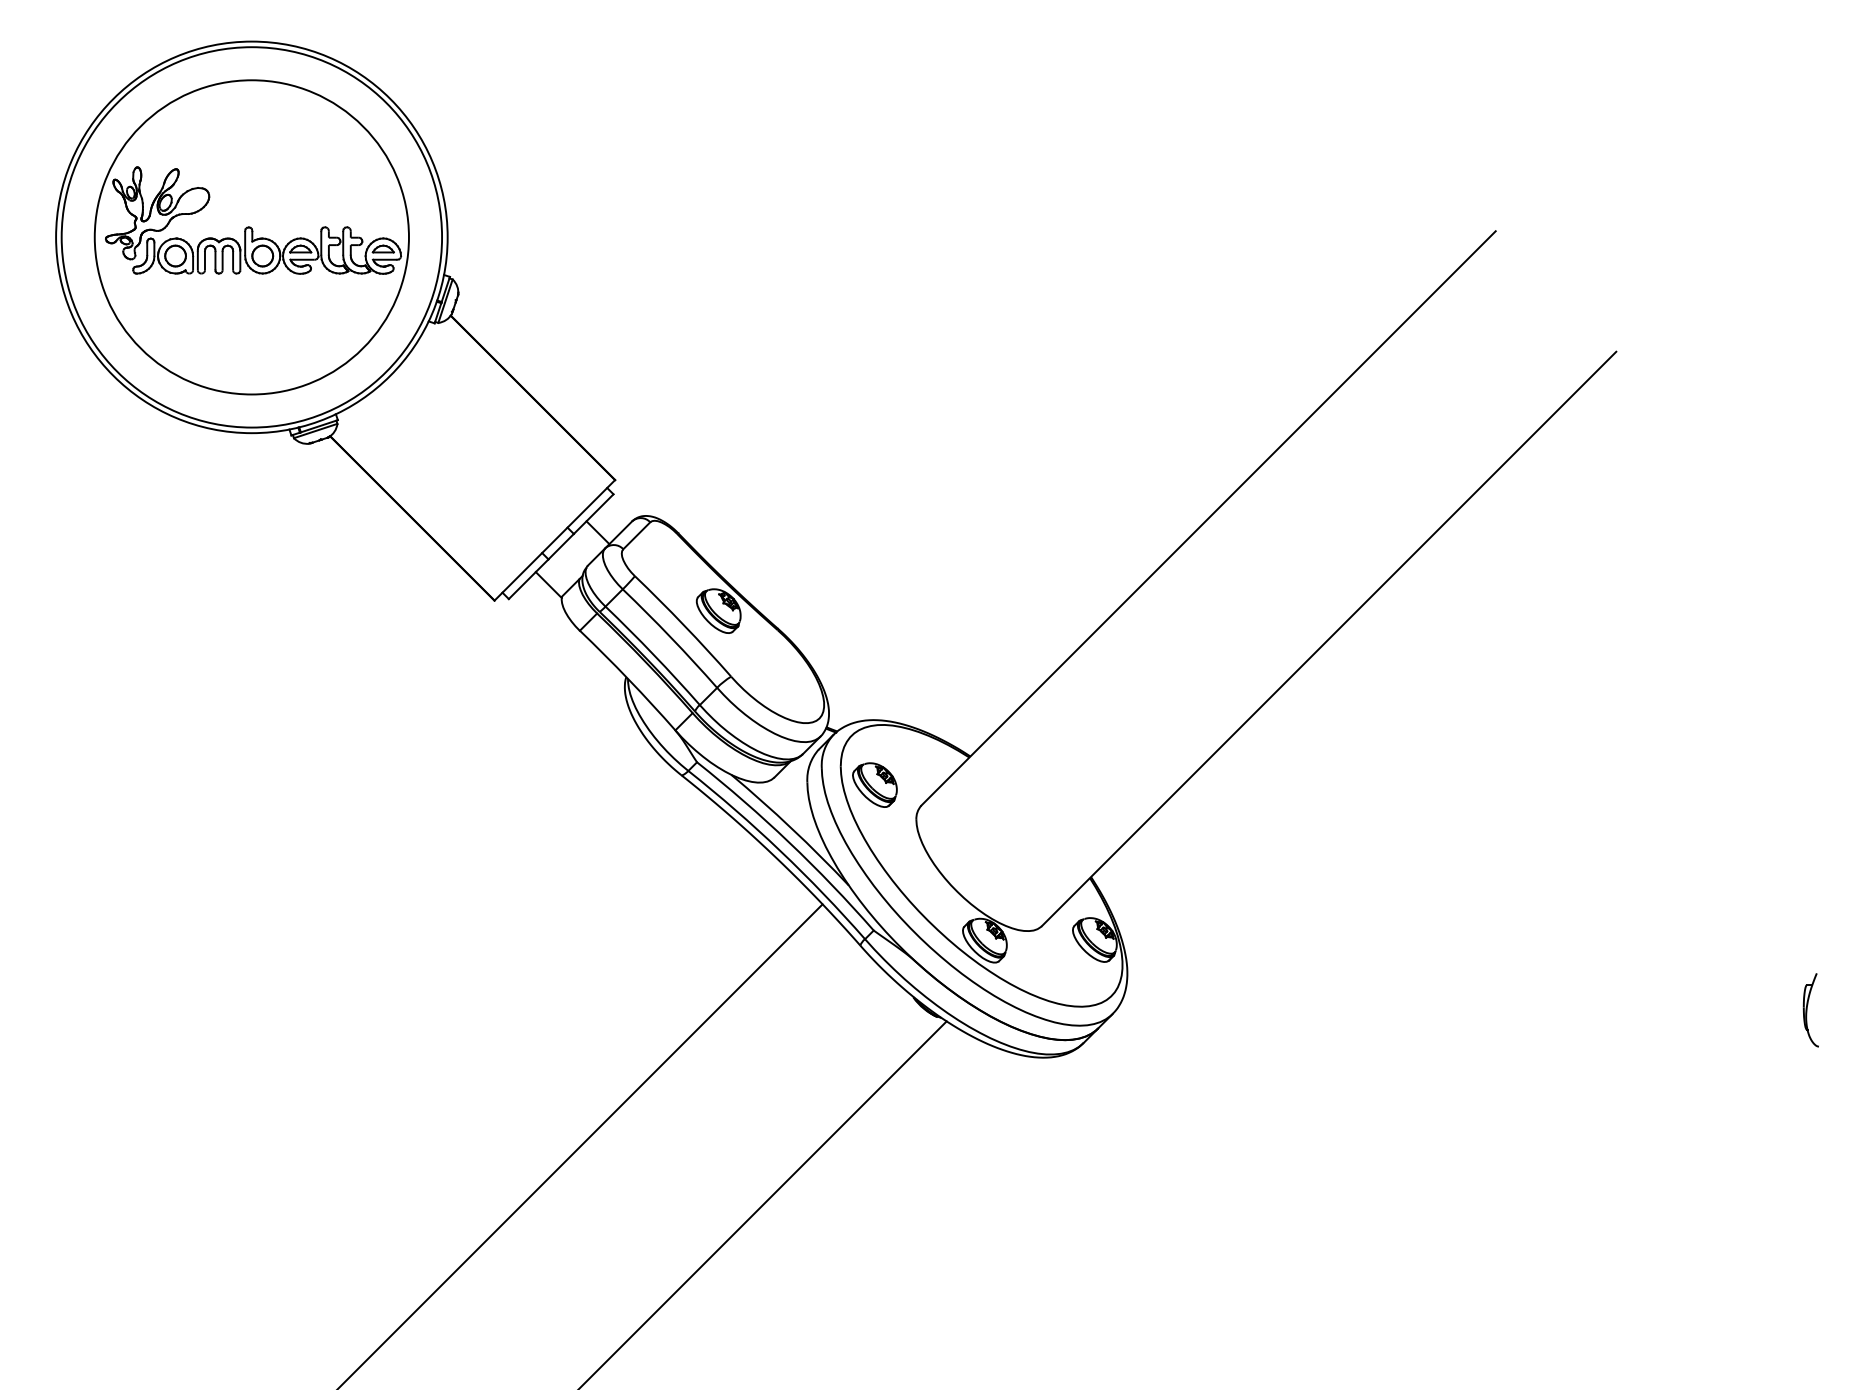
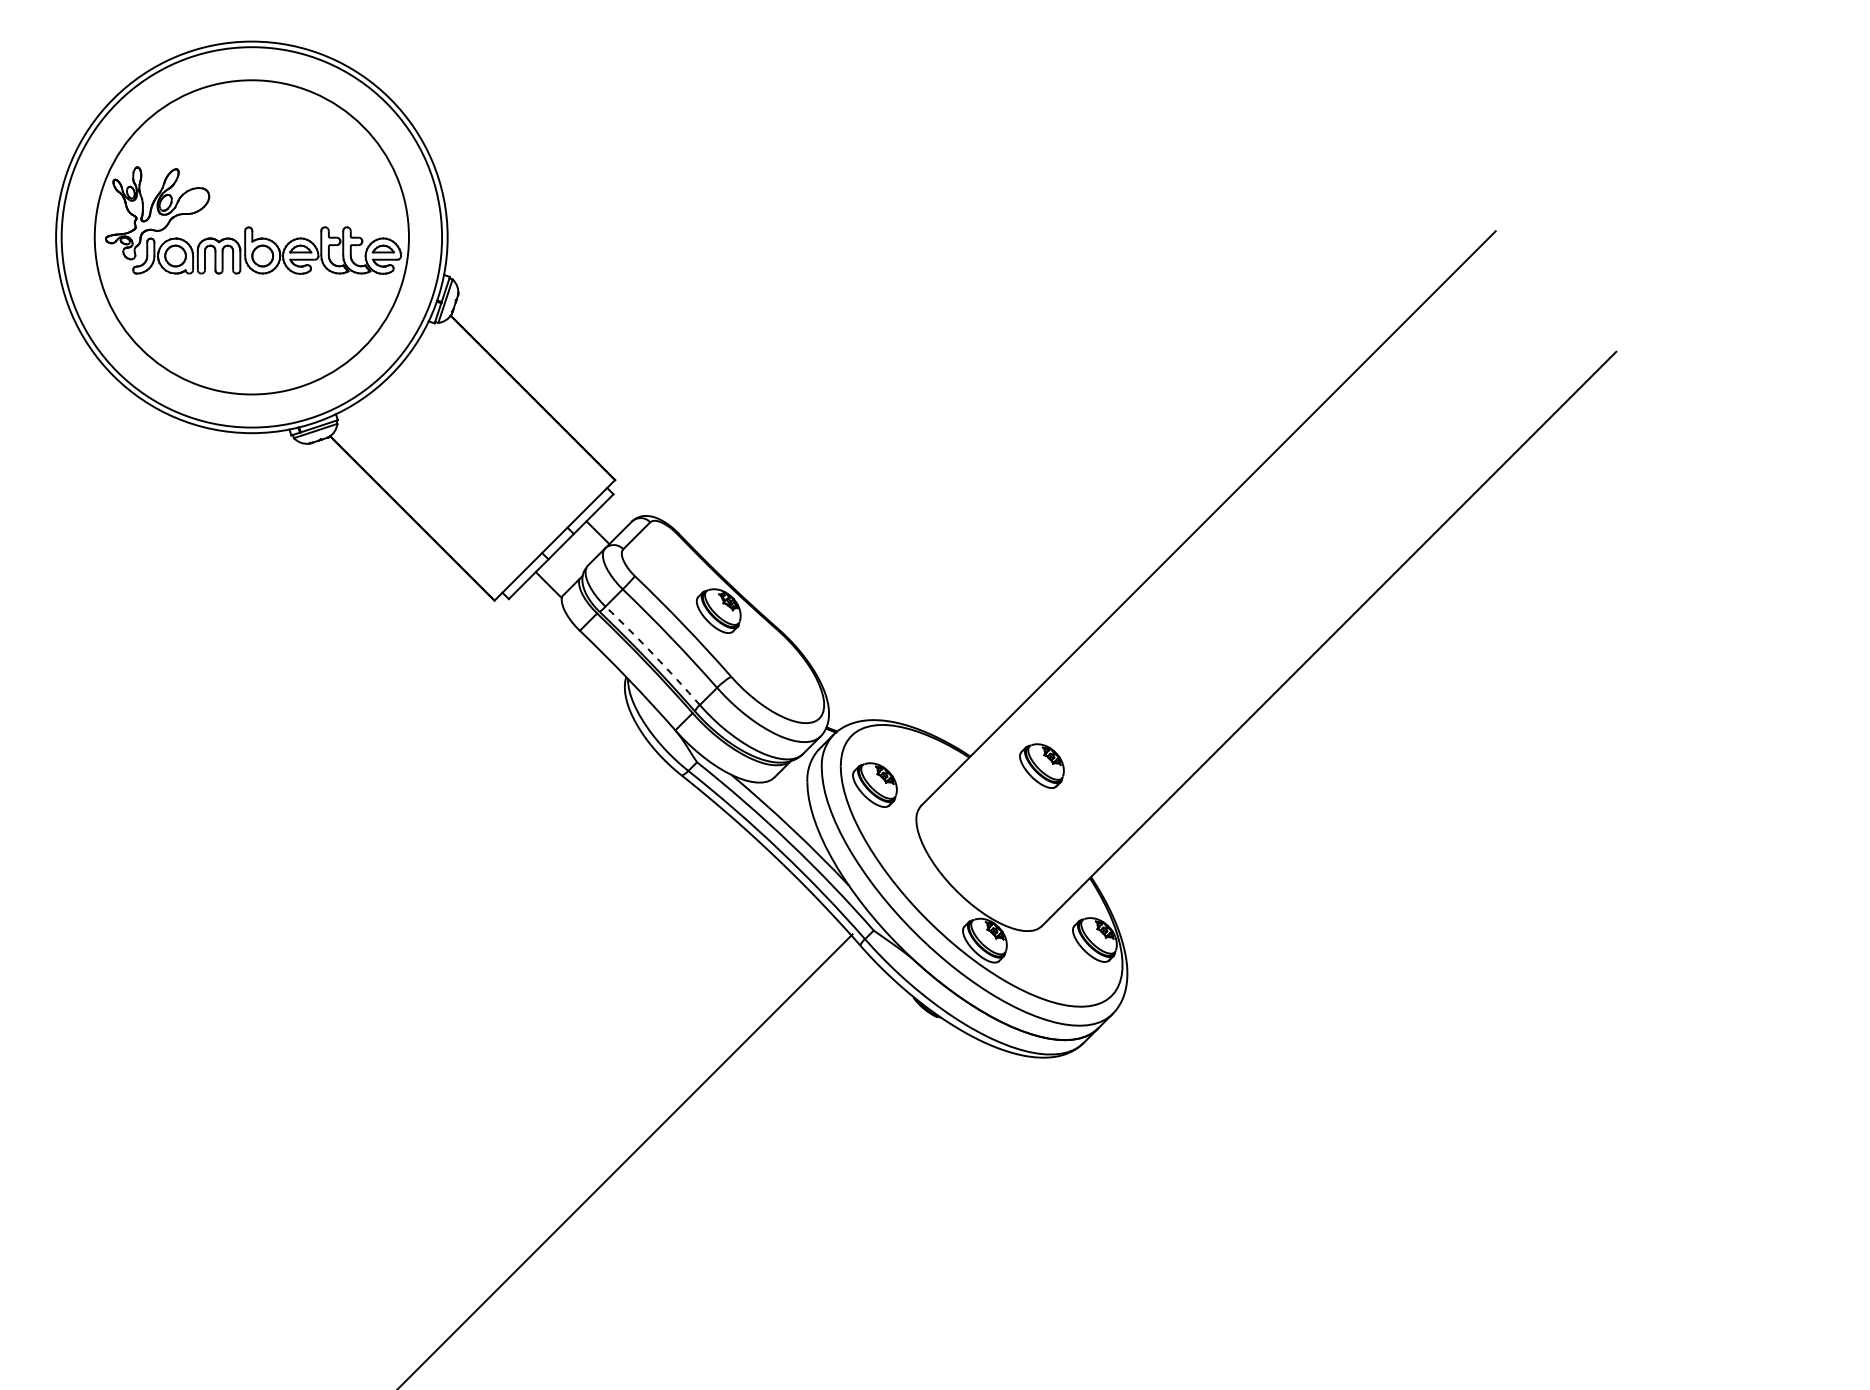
arc at (653, 654): solid -> dashed
part at (1041, 765): none -> present
part at (1810, 1010): present -> none
line at (581, 1145) position: (581, 1145) -> (626, 1160)
line at (763, 1203): present -> none
